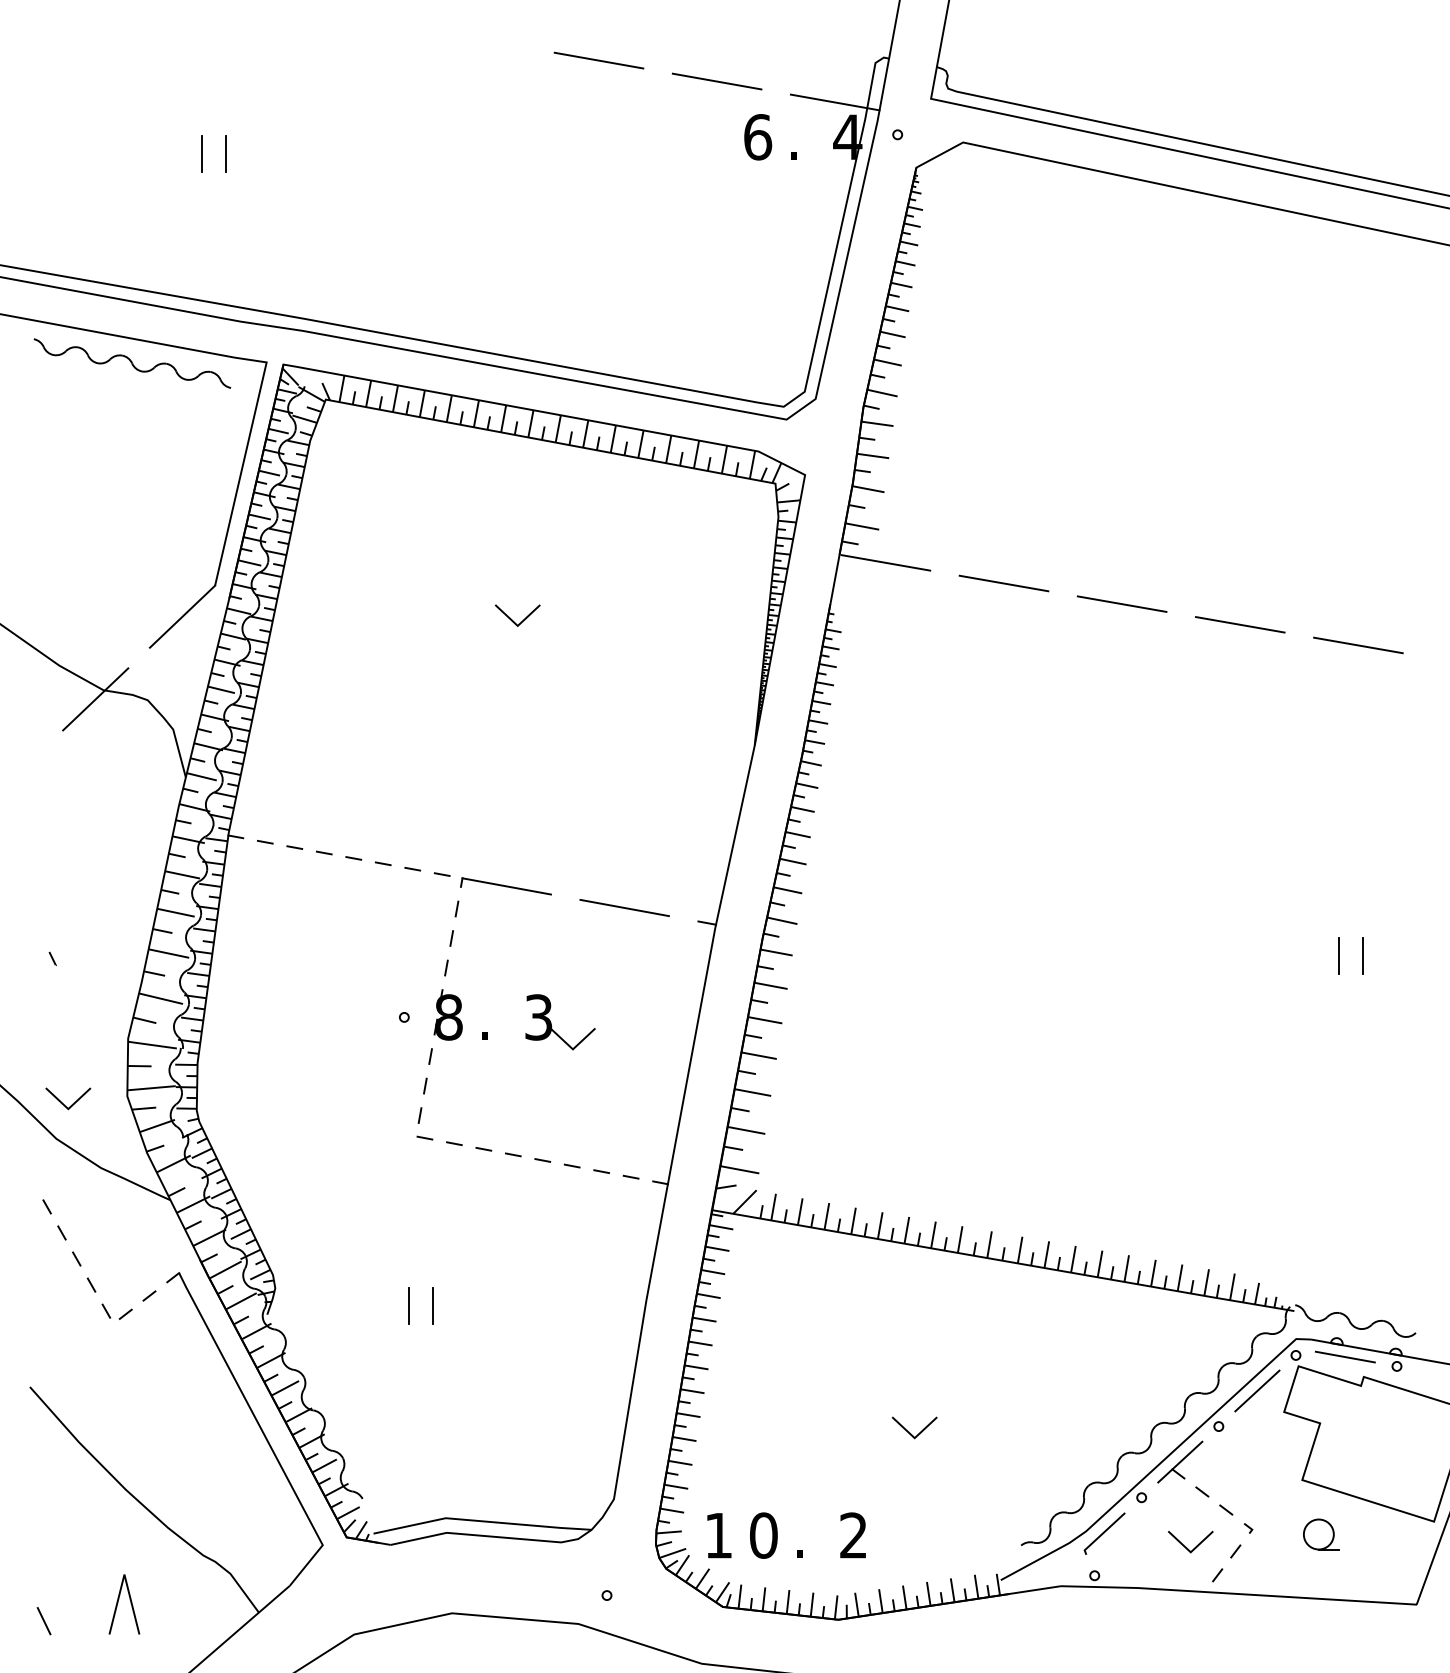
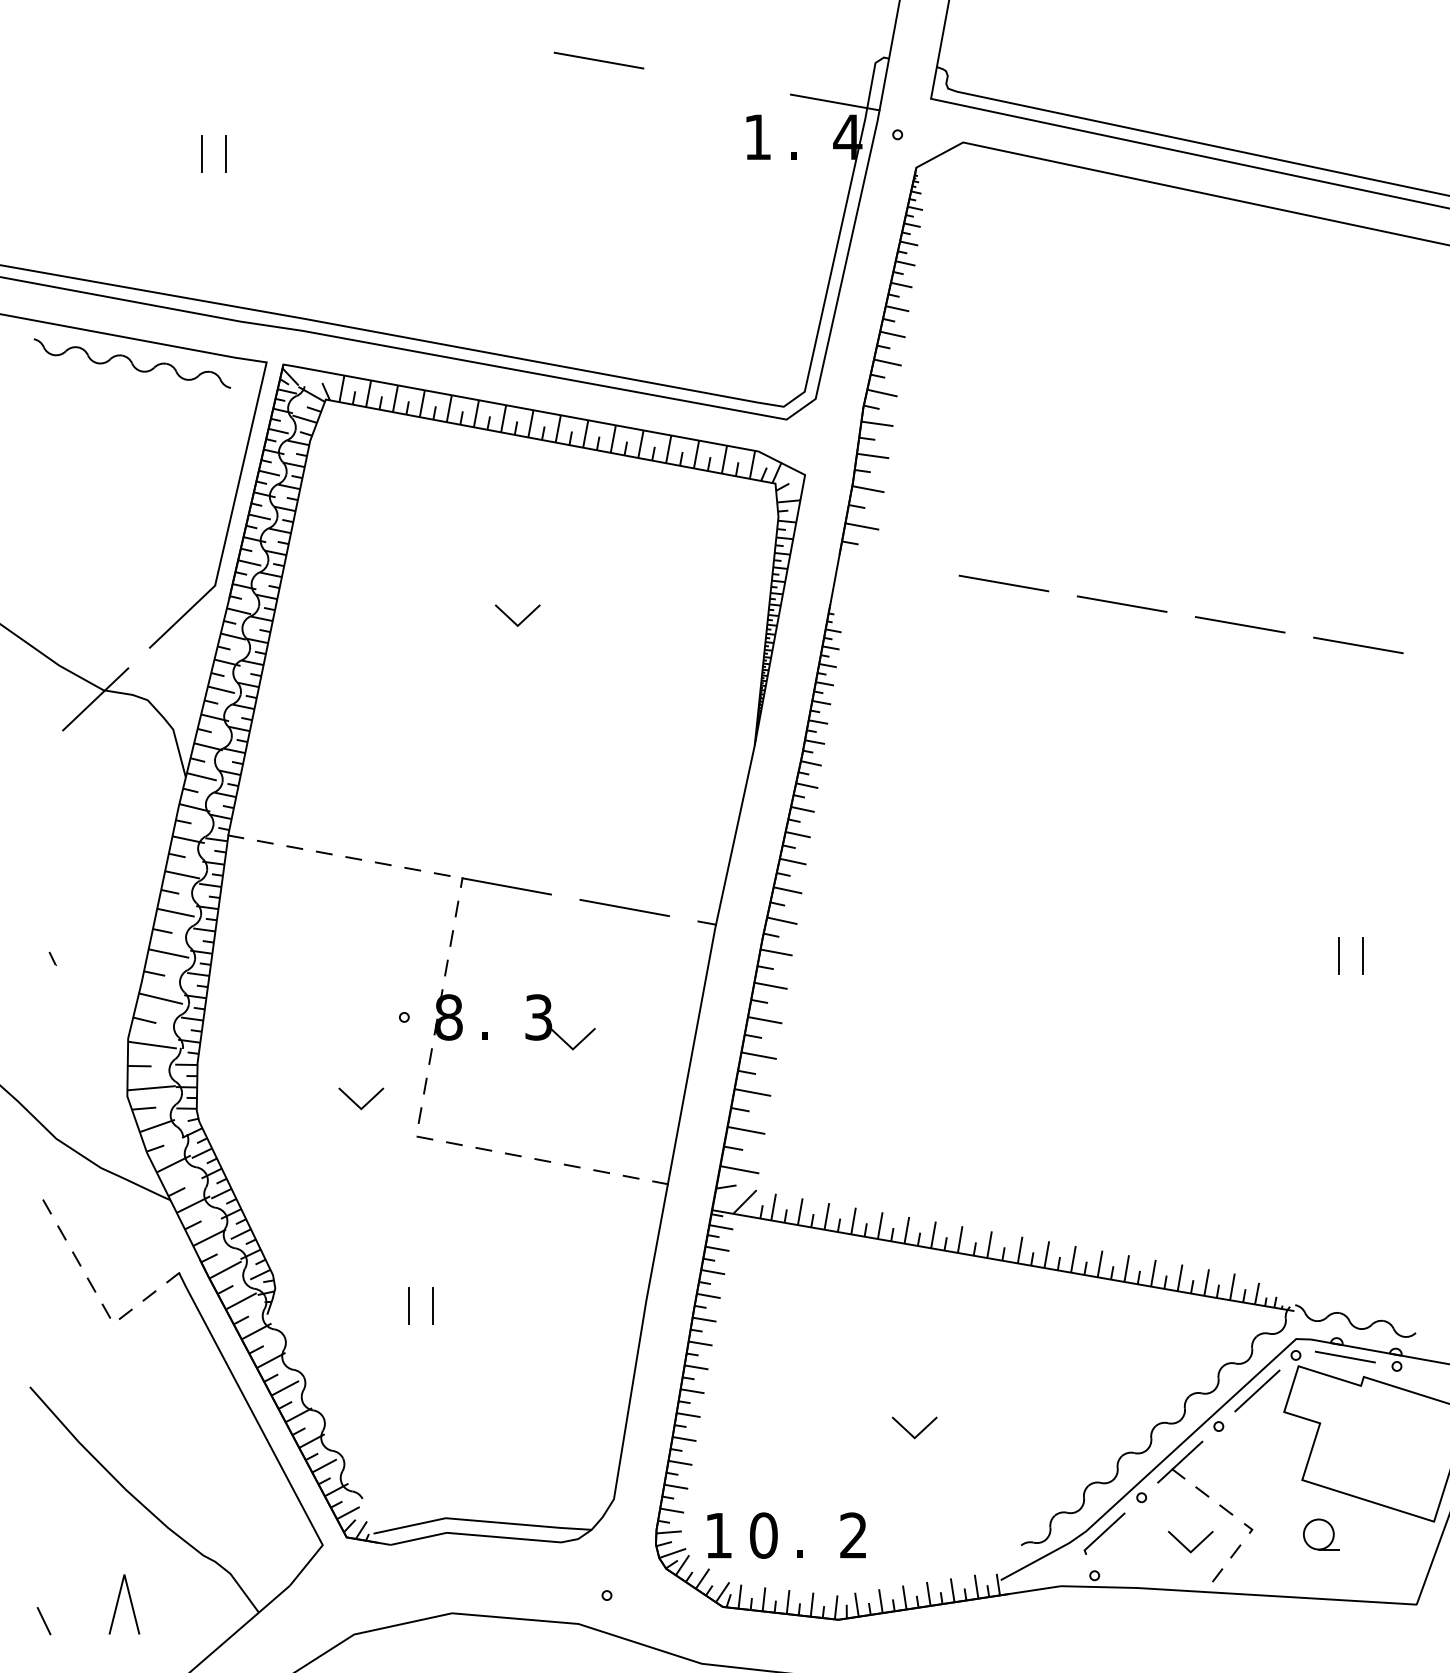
line at (716, 81): present -> none
text at (758, 137): 6 -> 1
line at (885, 562): present -> none
line at (73, 1102) position: (73, 1102) -> (366, 1102)
